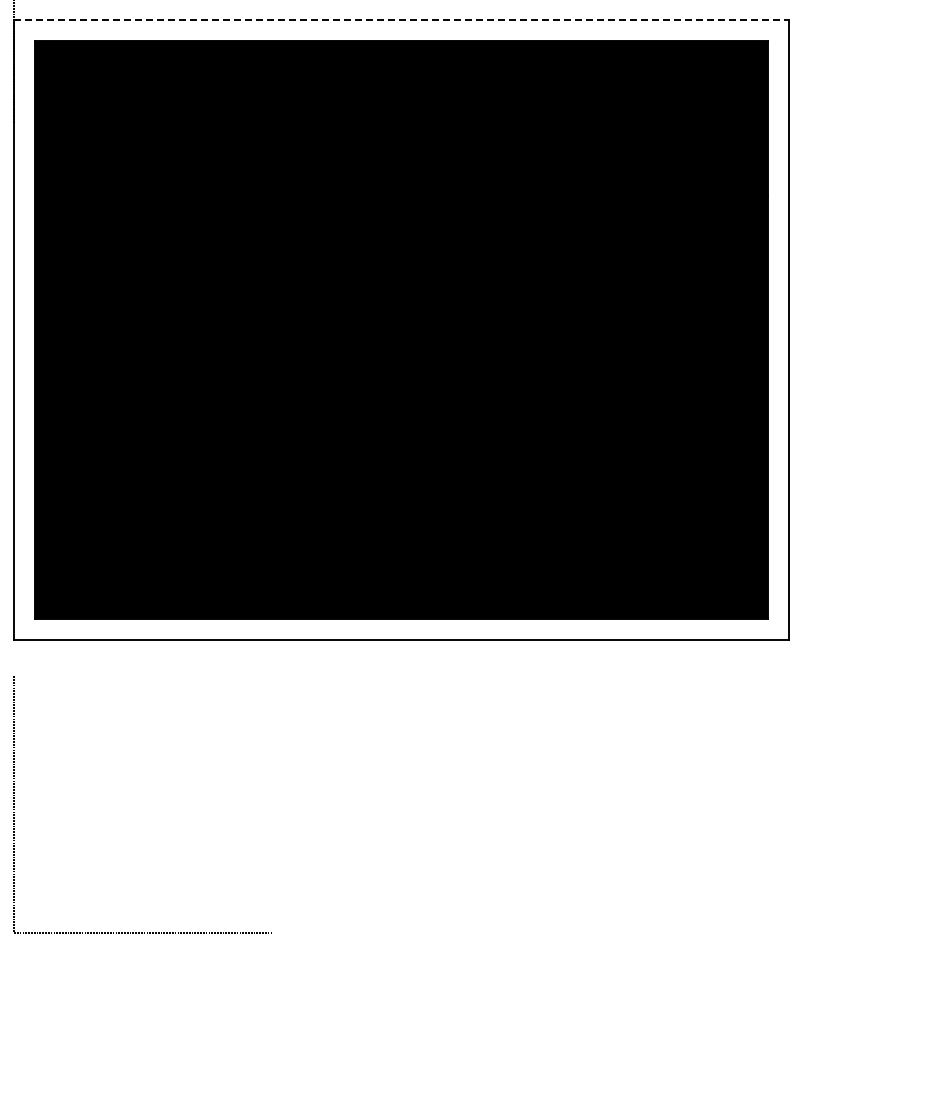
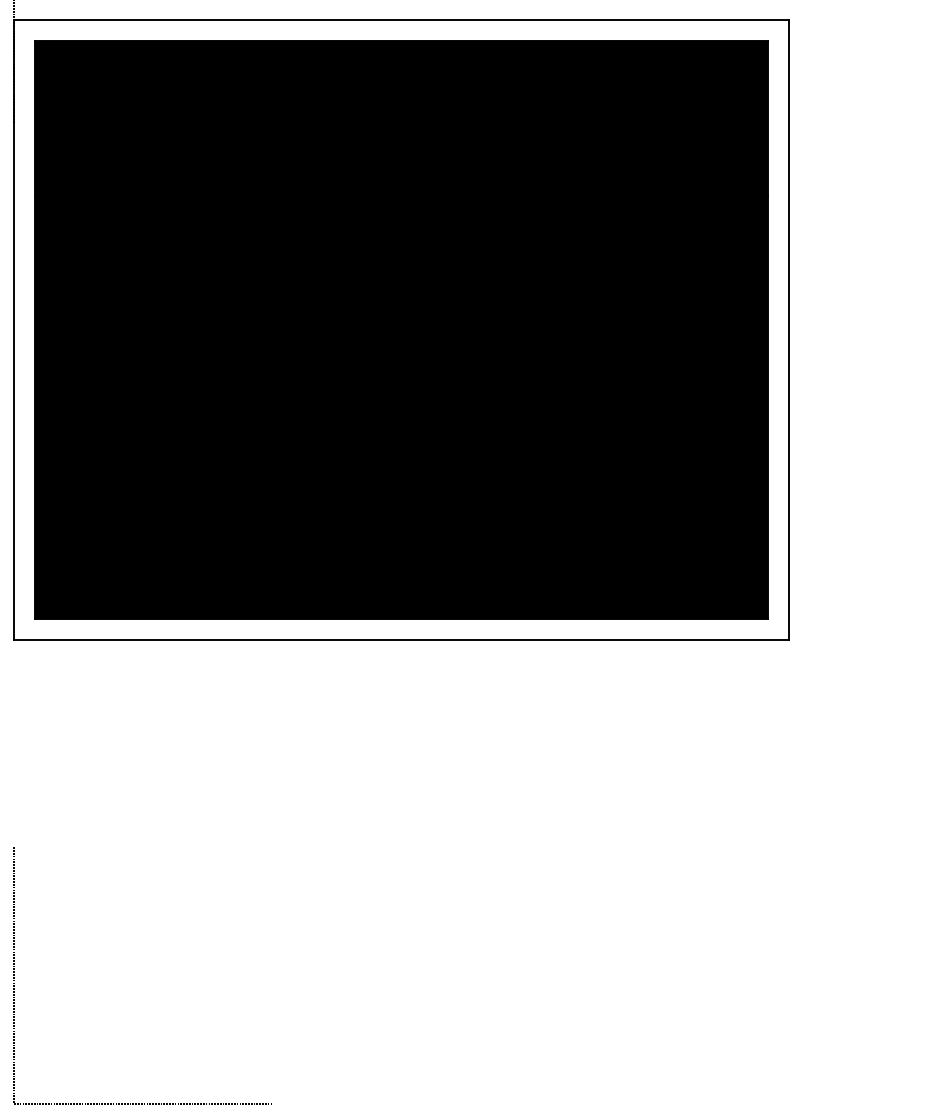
line at (402, 19): dashed -> solid
part at (14, 804) position: (14, 804) -> (14, 975)
